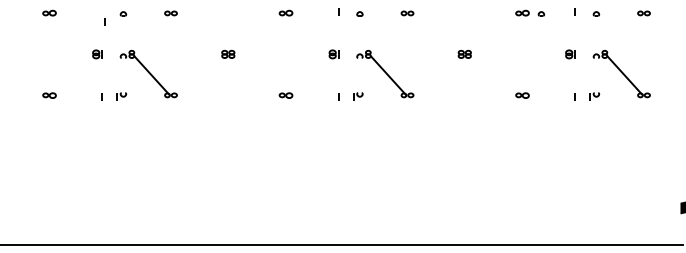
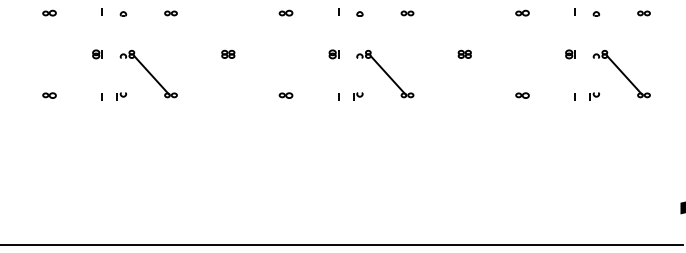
part at (541, 13): present -> none
line at (104, 21) position: (104, 21) -> (101, 11)
